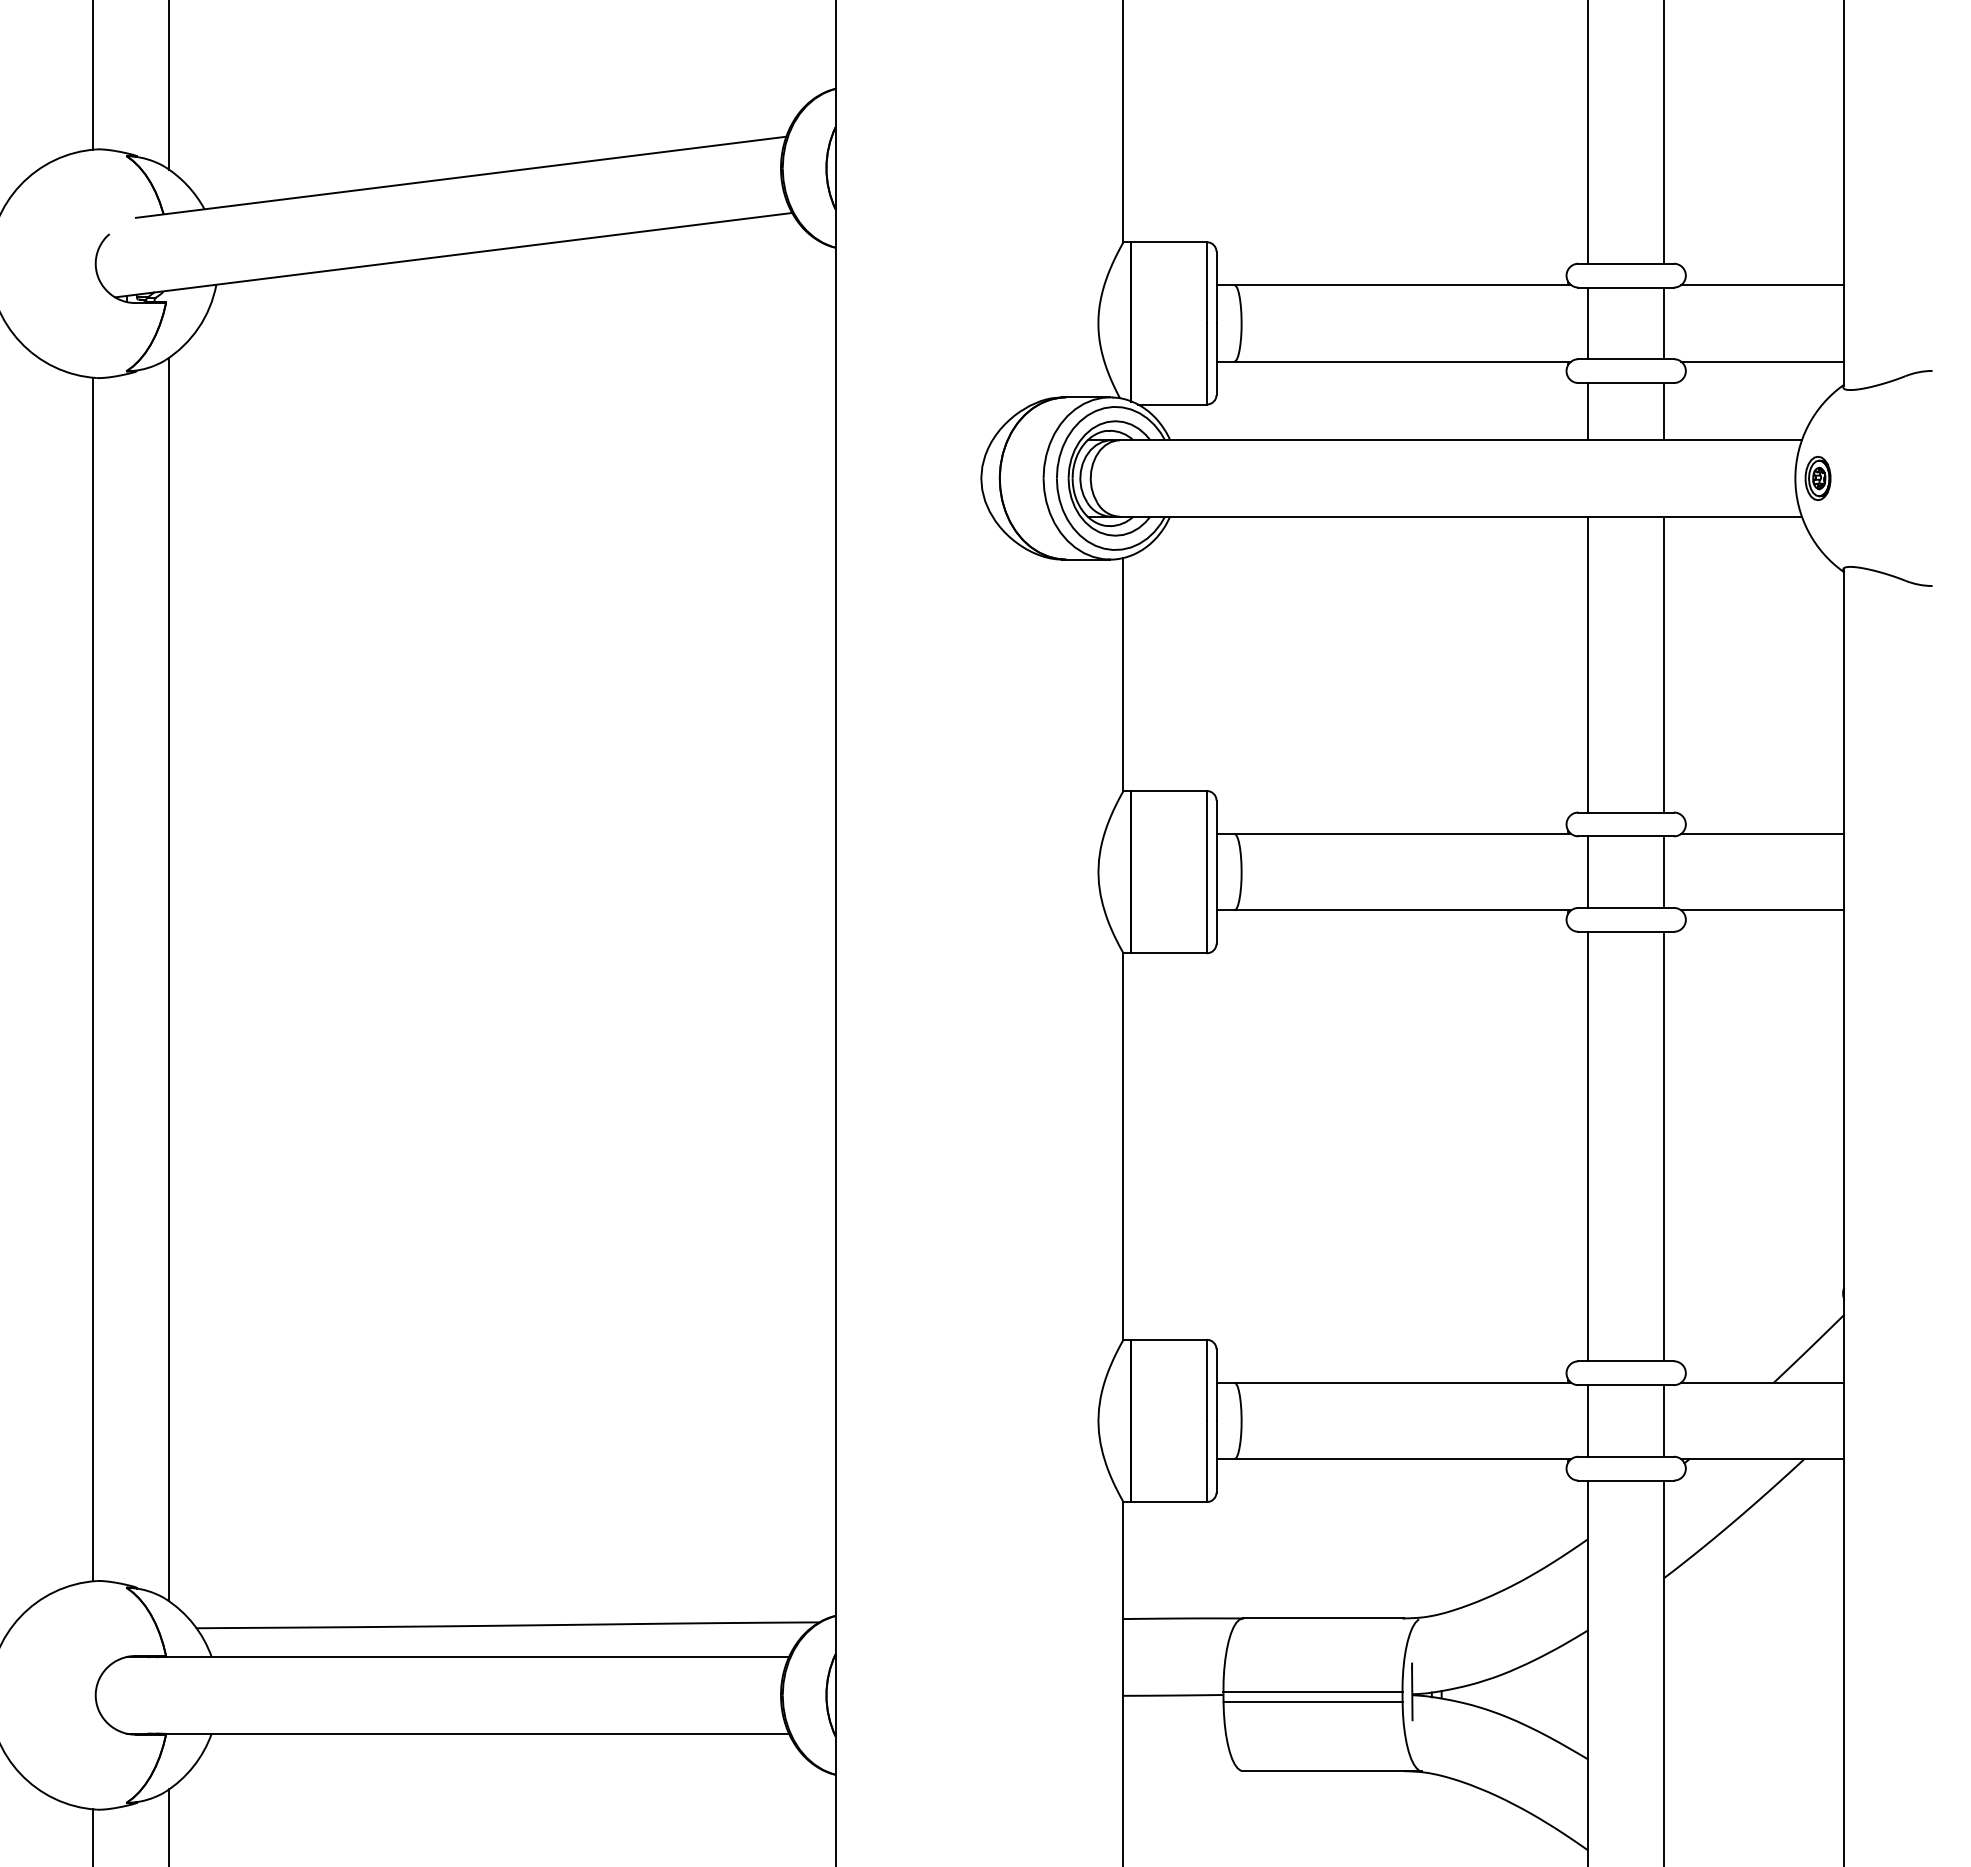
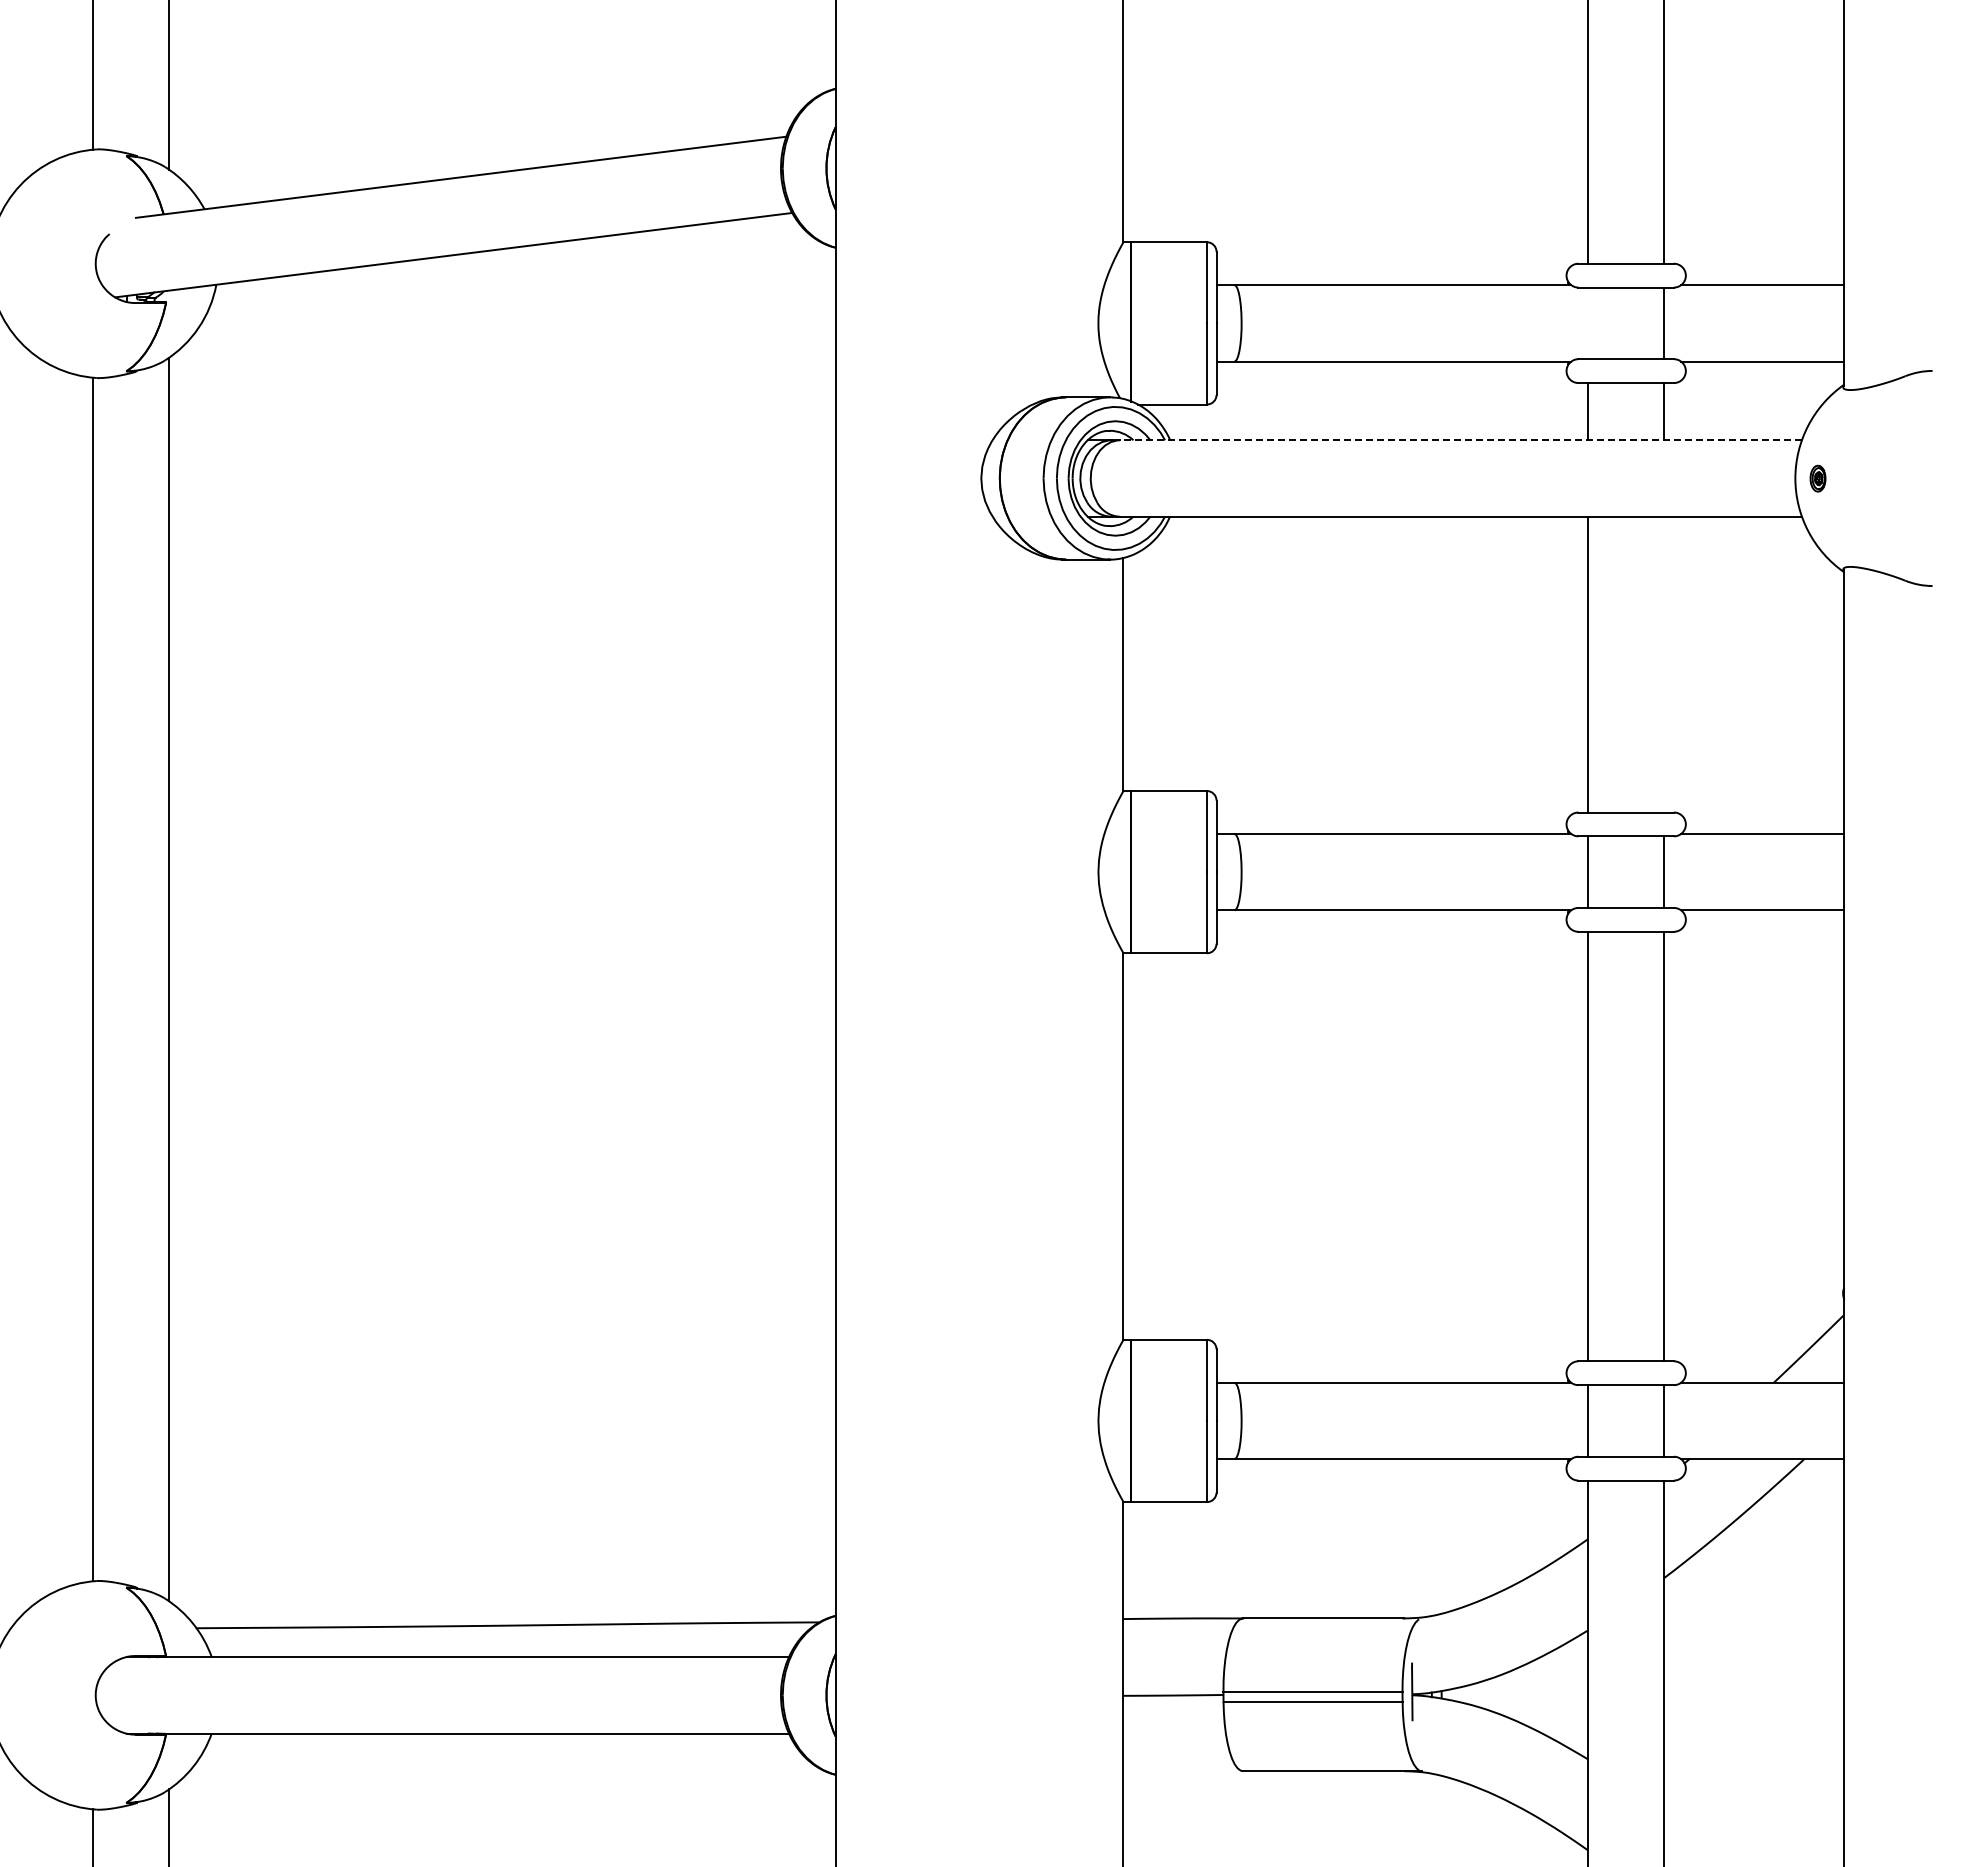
line at (1588, 323): present -> none
line at (1460, 440): solid -> dashed
part at (1817, 478) size: 28x46 px -> 18x29 px
line at (1664, 664): present -> none
